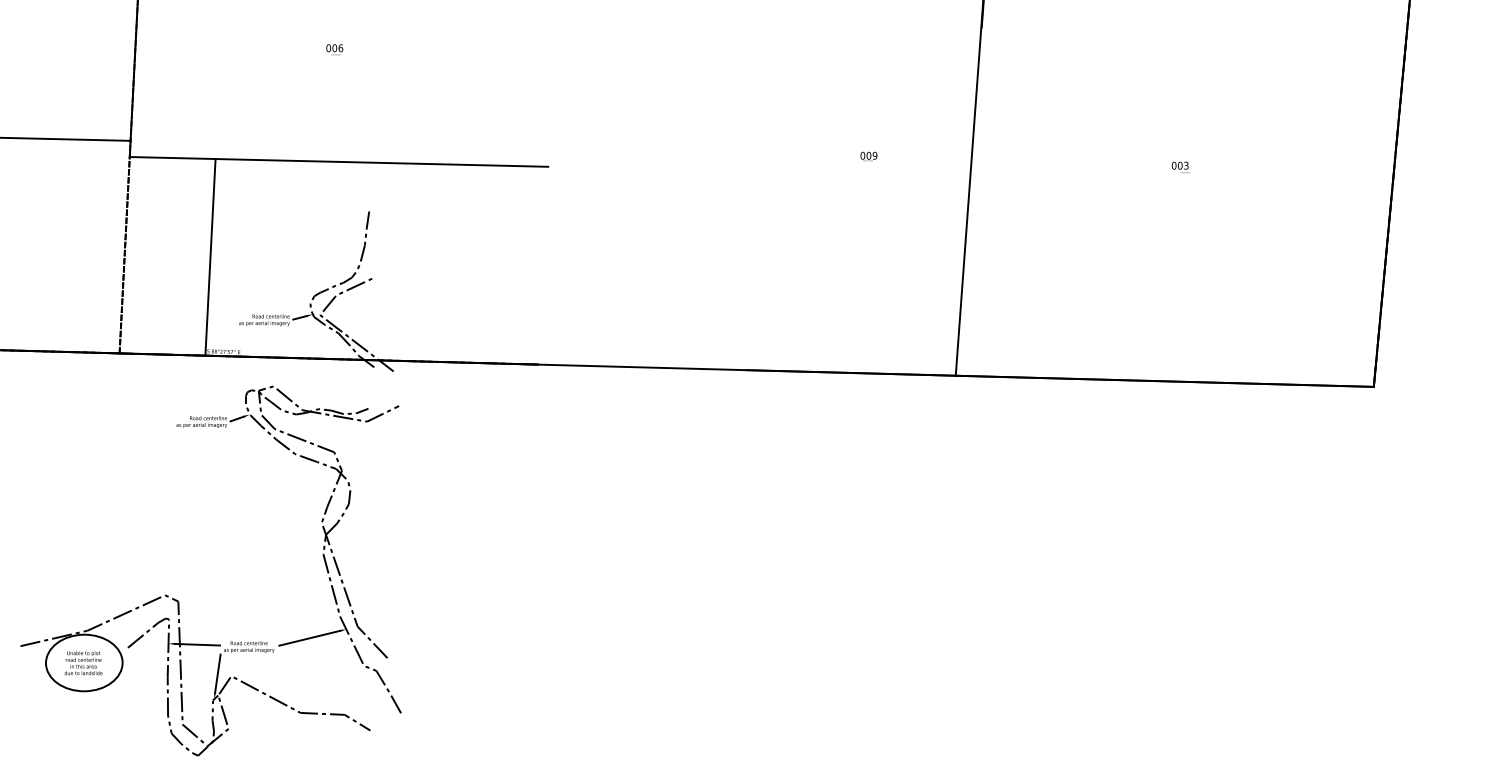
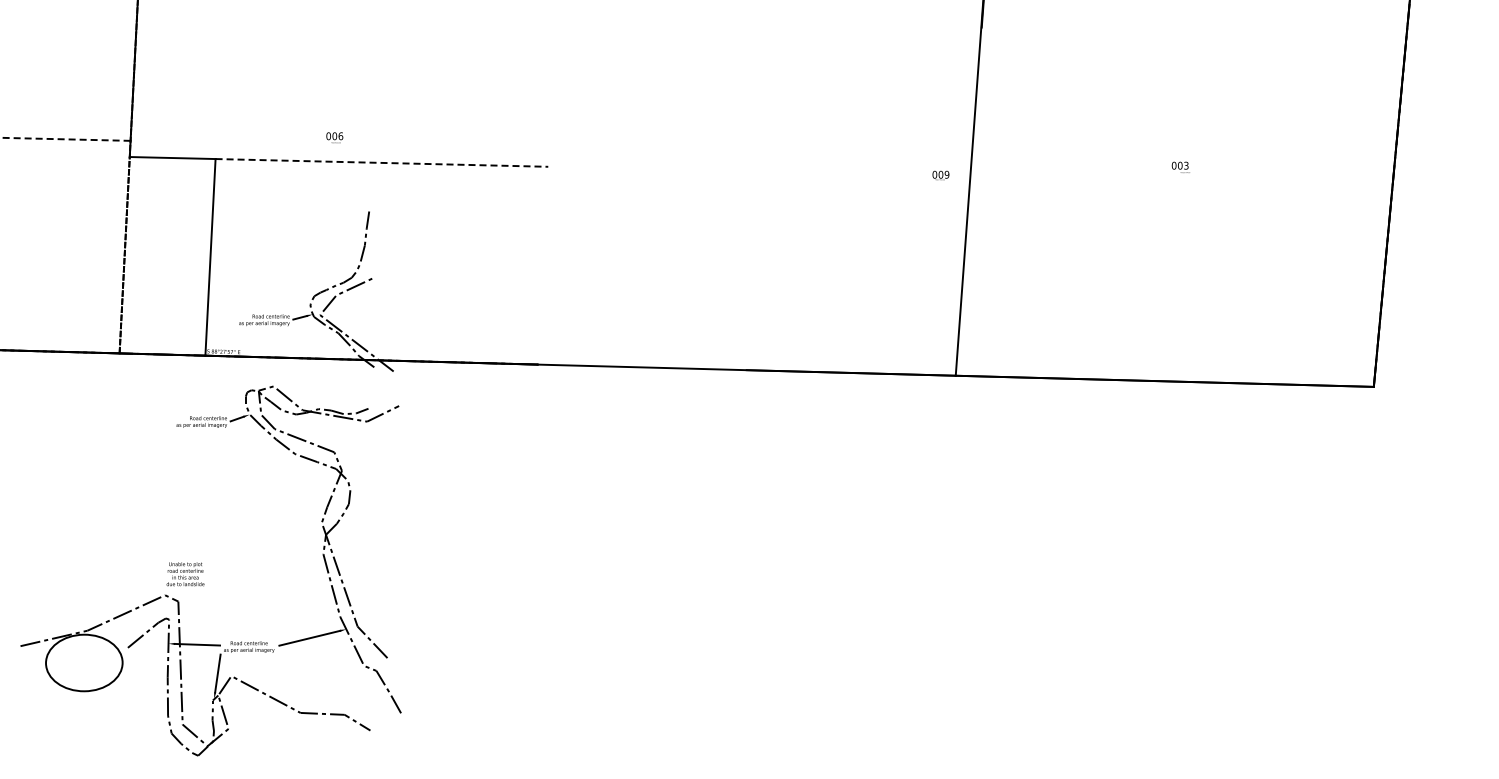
text at (334, 49) position: (334, 49) -> (334, 137)
line at (65, 139): solid -> dashed
text at (868, 156) position: (868, 156) -> (940, 175)
line at (382, 162): solid -> dashed
text at (83, 663) position: (83, 663) -> (185, 574)
